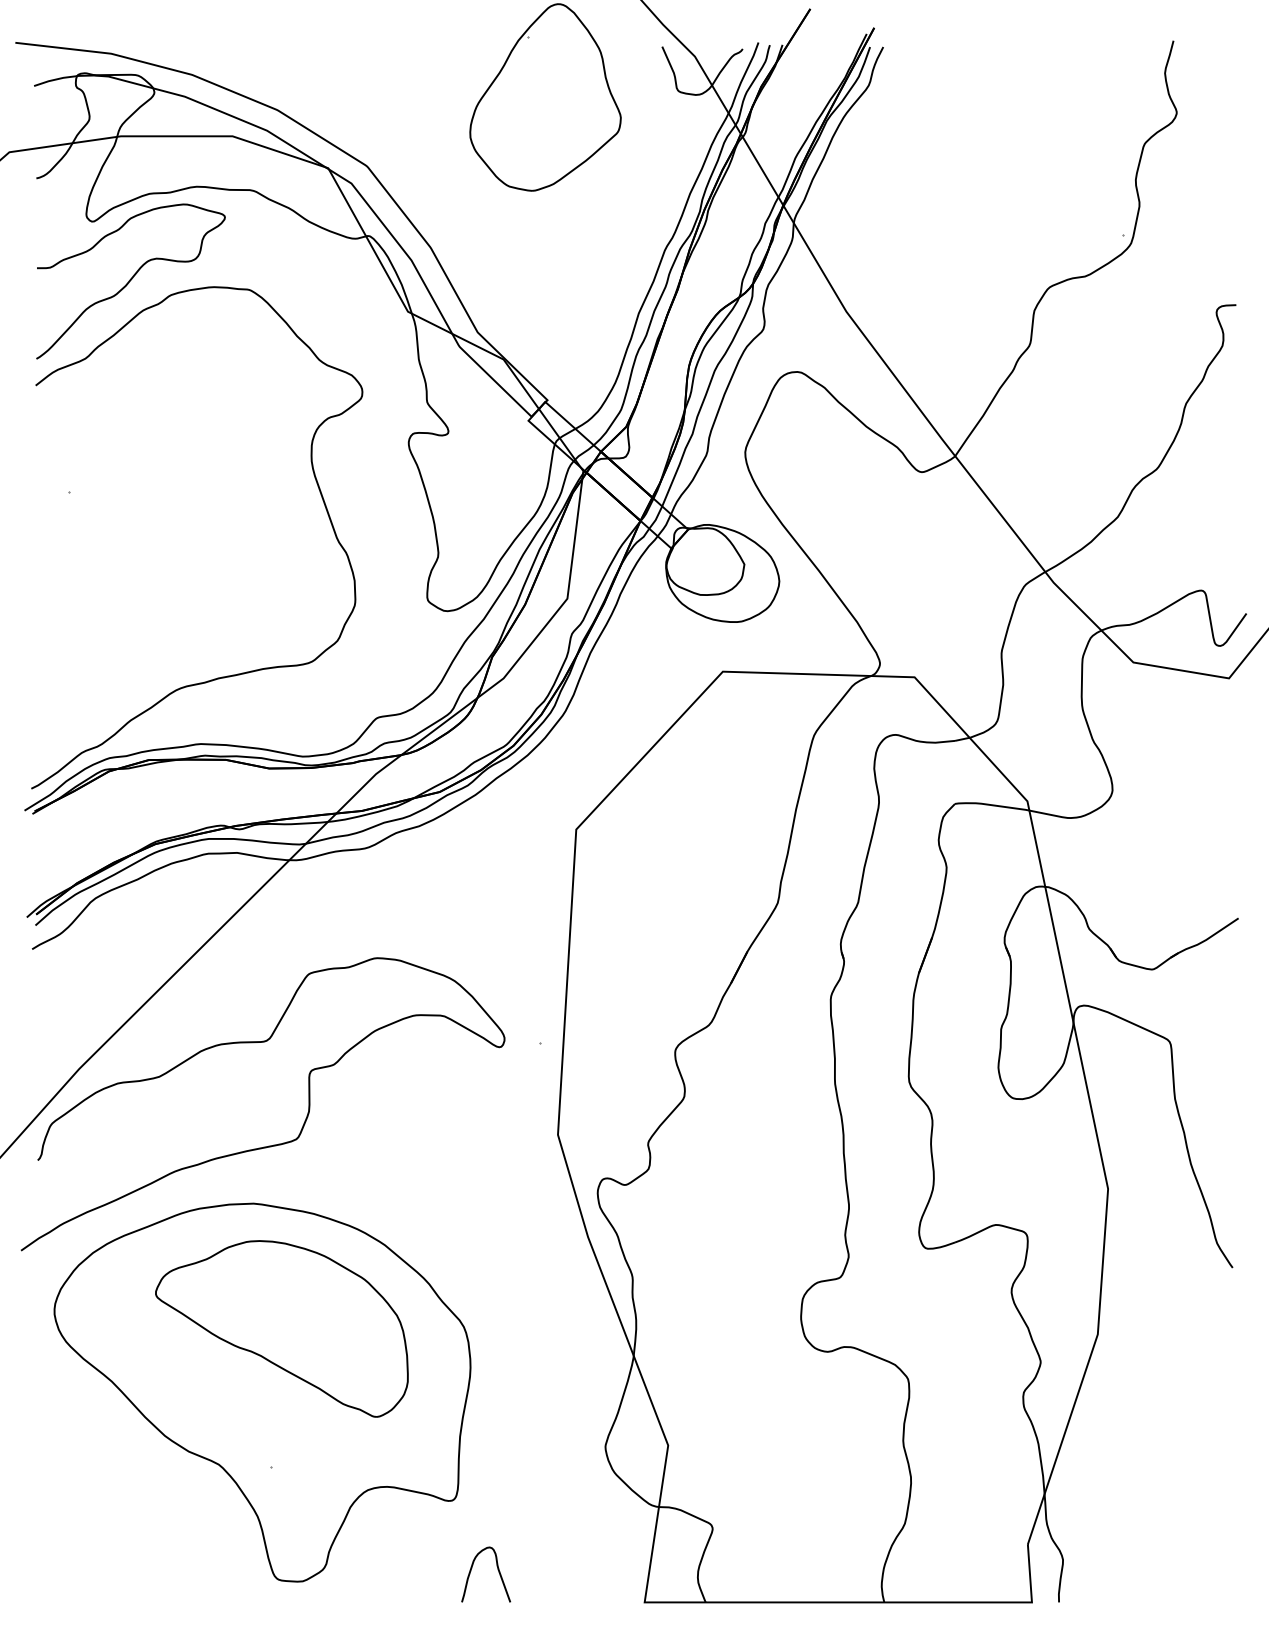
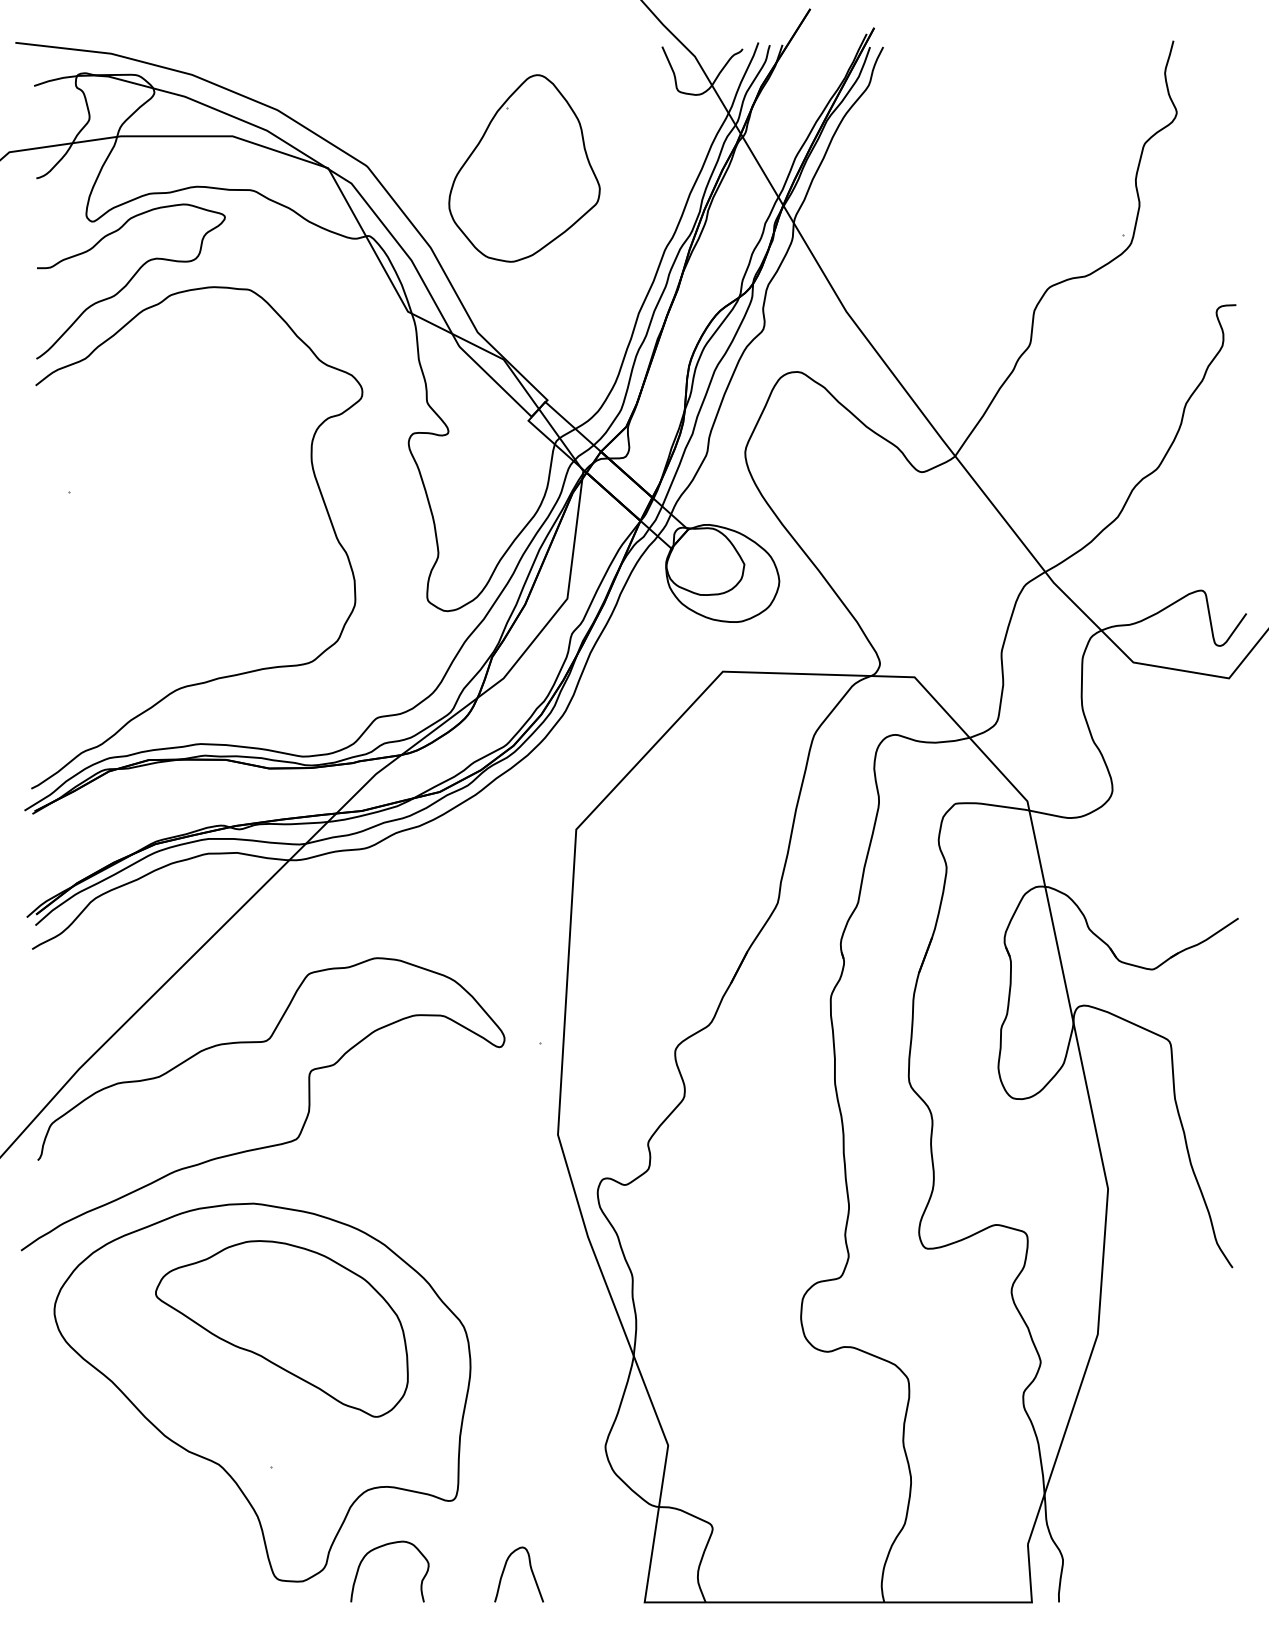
part at (545, 97) position: (545, 97) -> (524, 168)
part at (381, 1547): none -> present
curve at (497, 1569) position: (497, 1569) -> (530, 1569)
